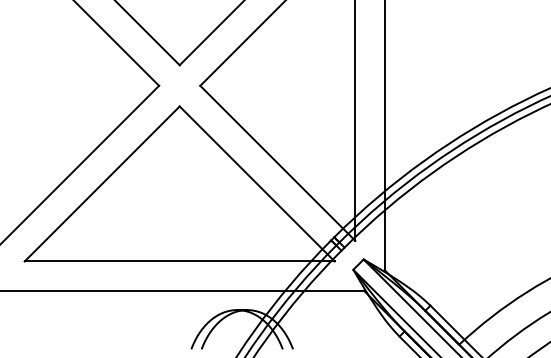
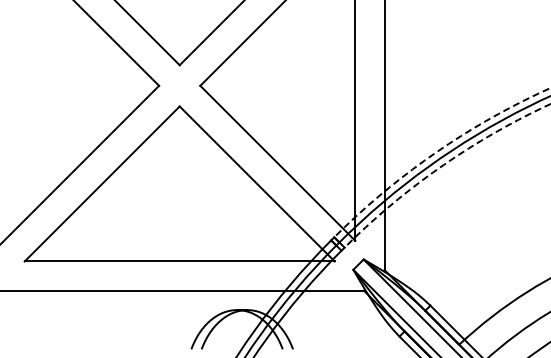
arc at (436, 152): solid -> dashed
arc at (441, 166): solid -> dashed
